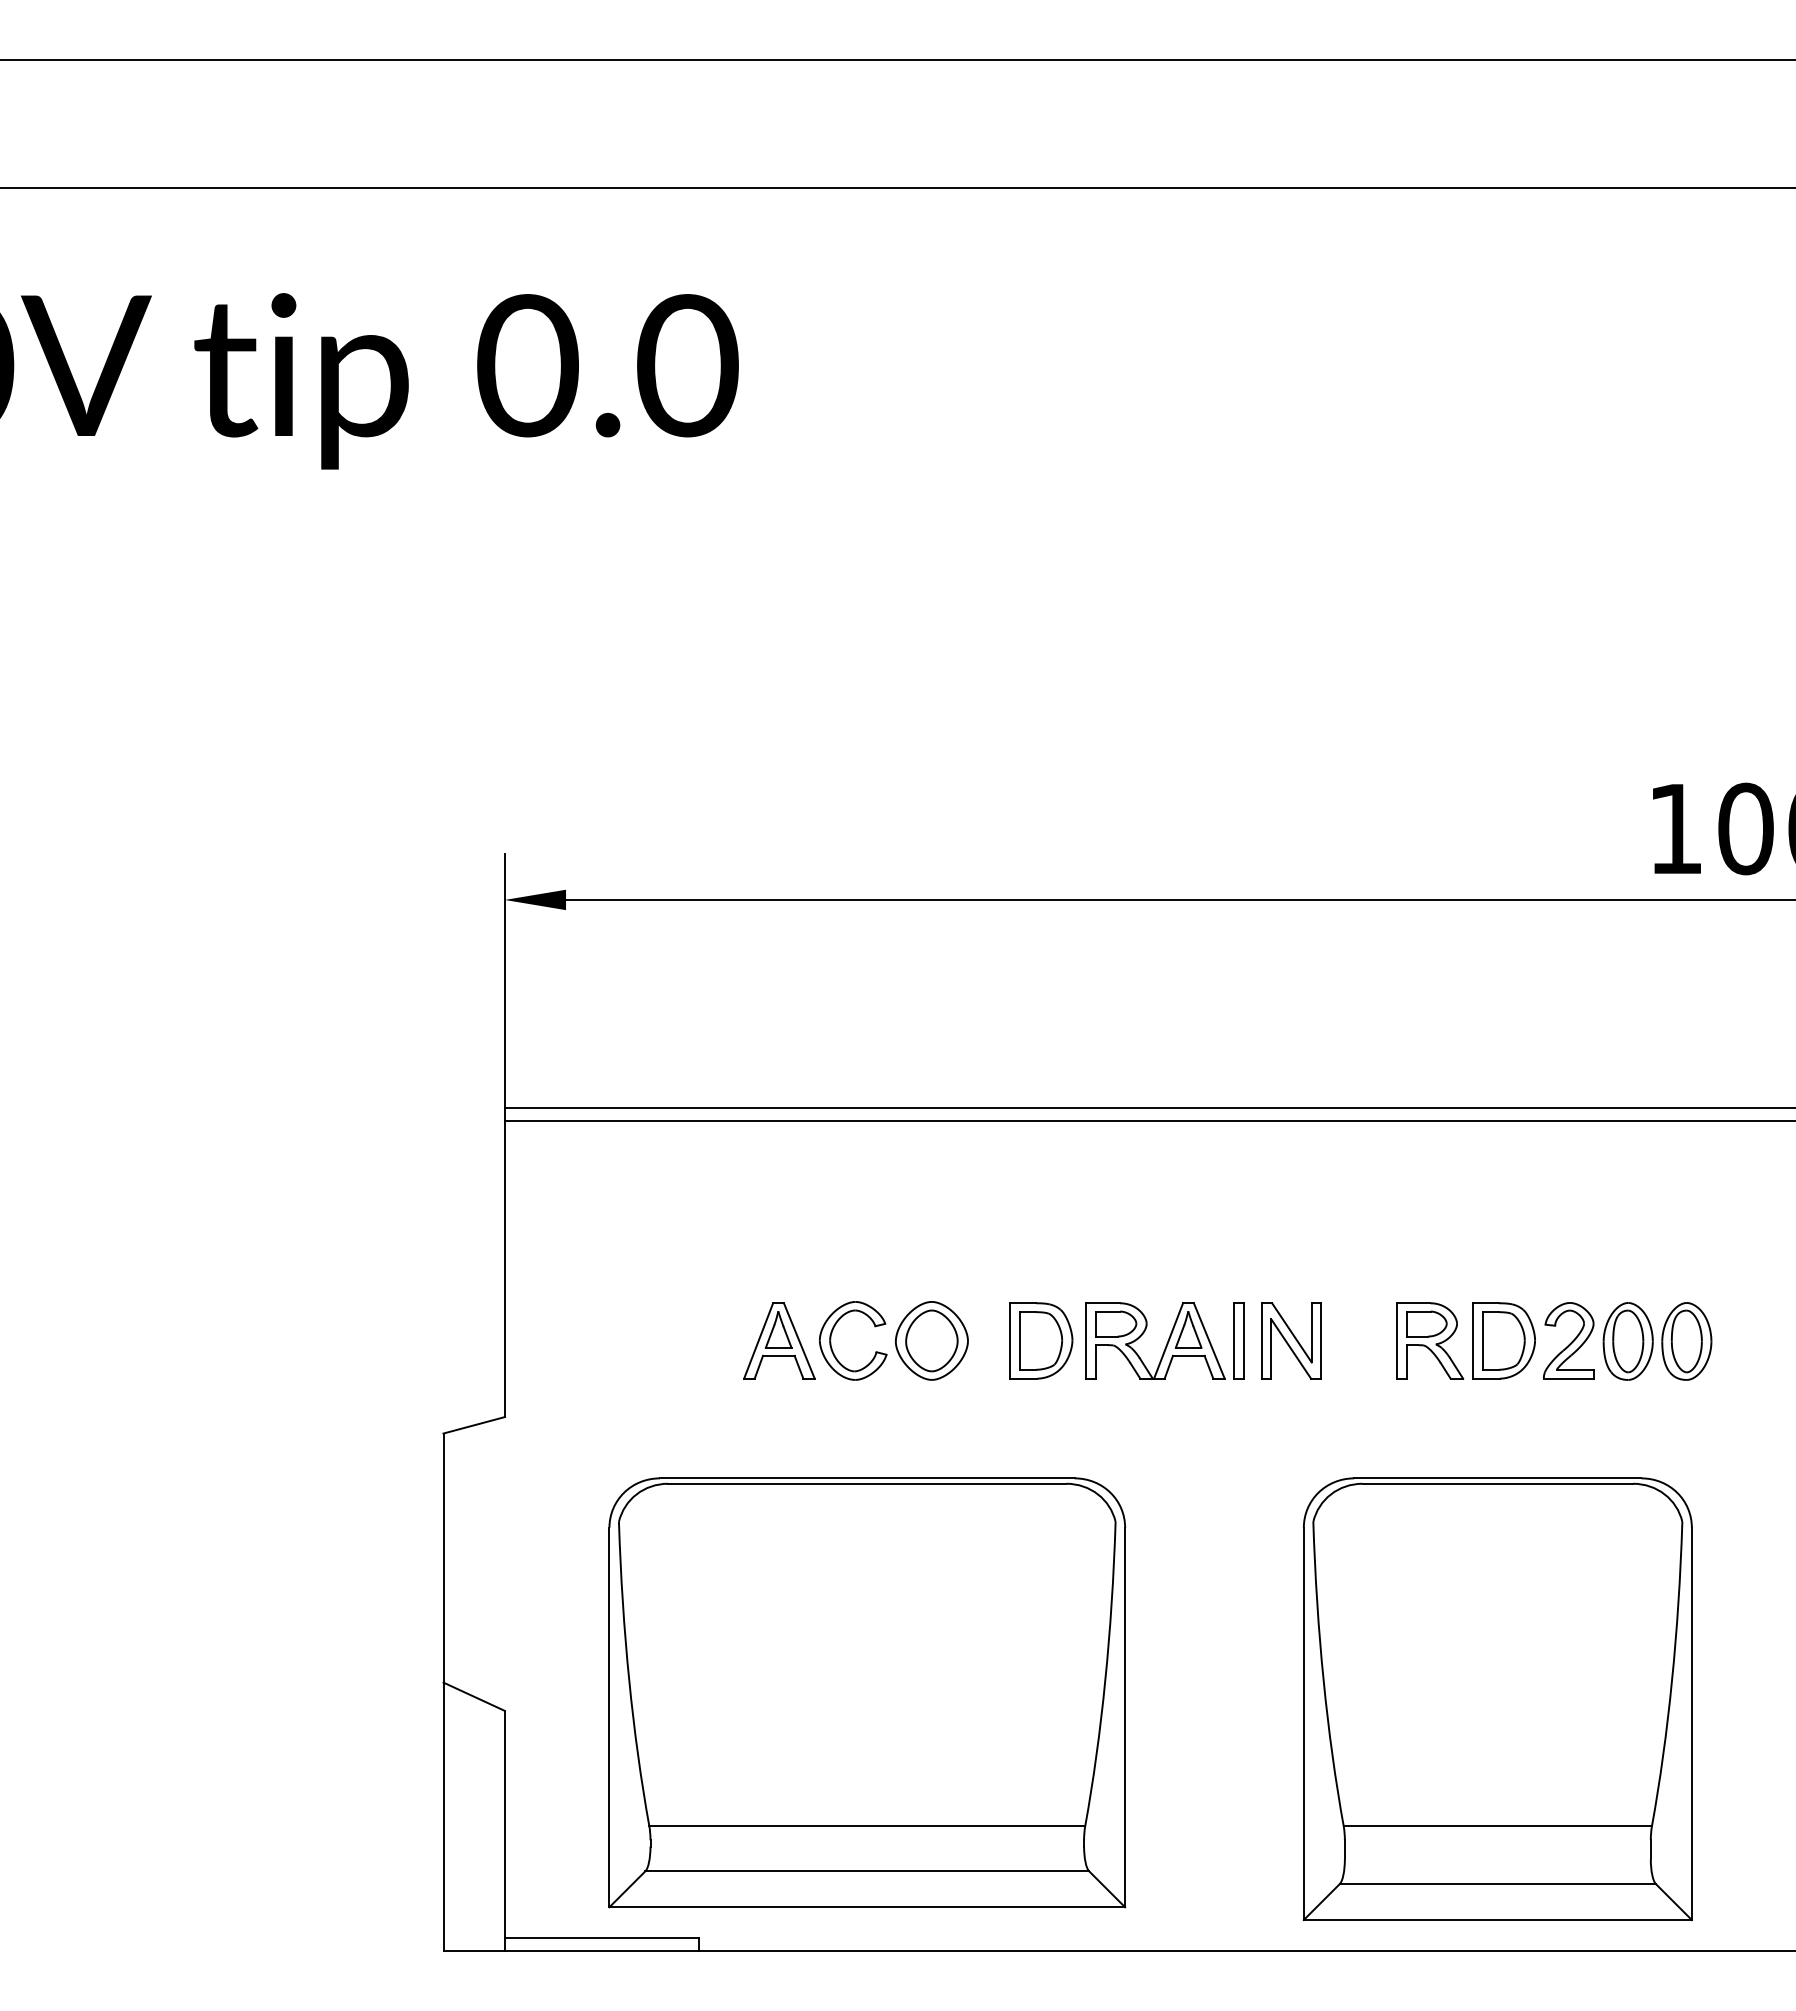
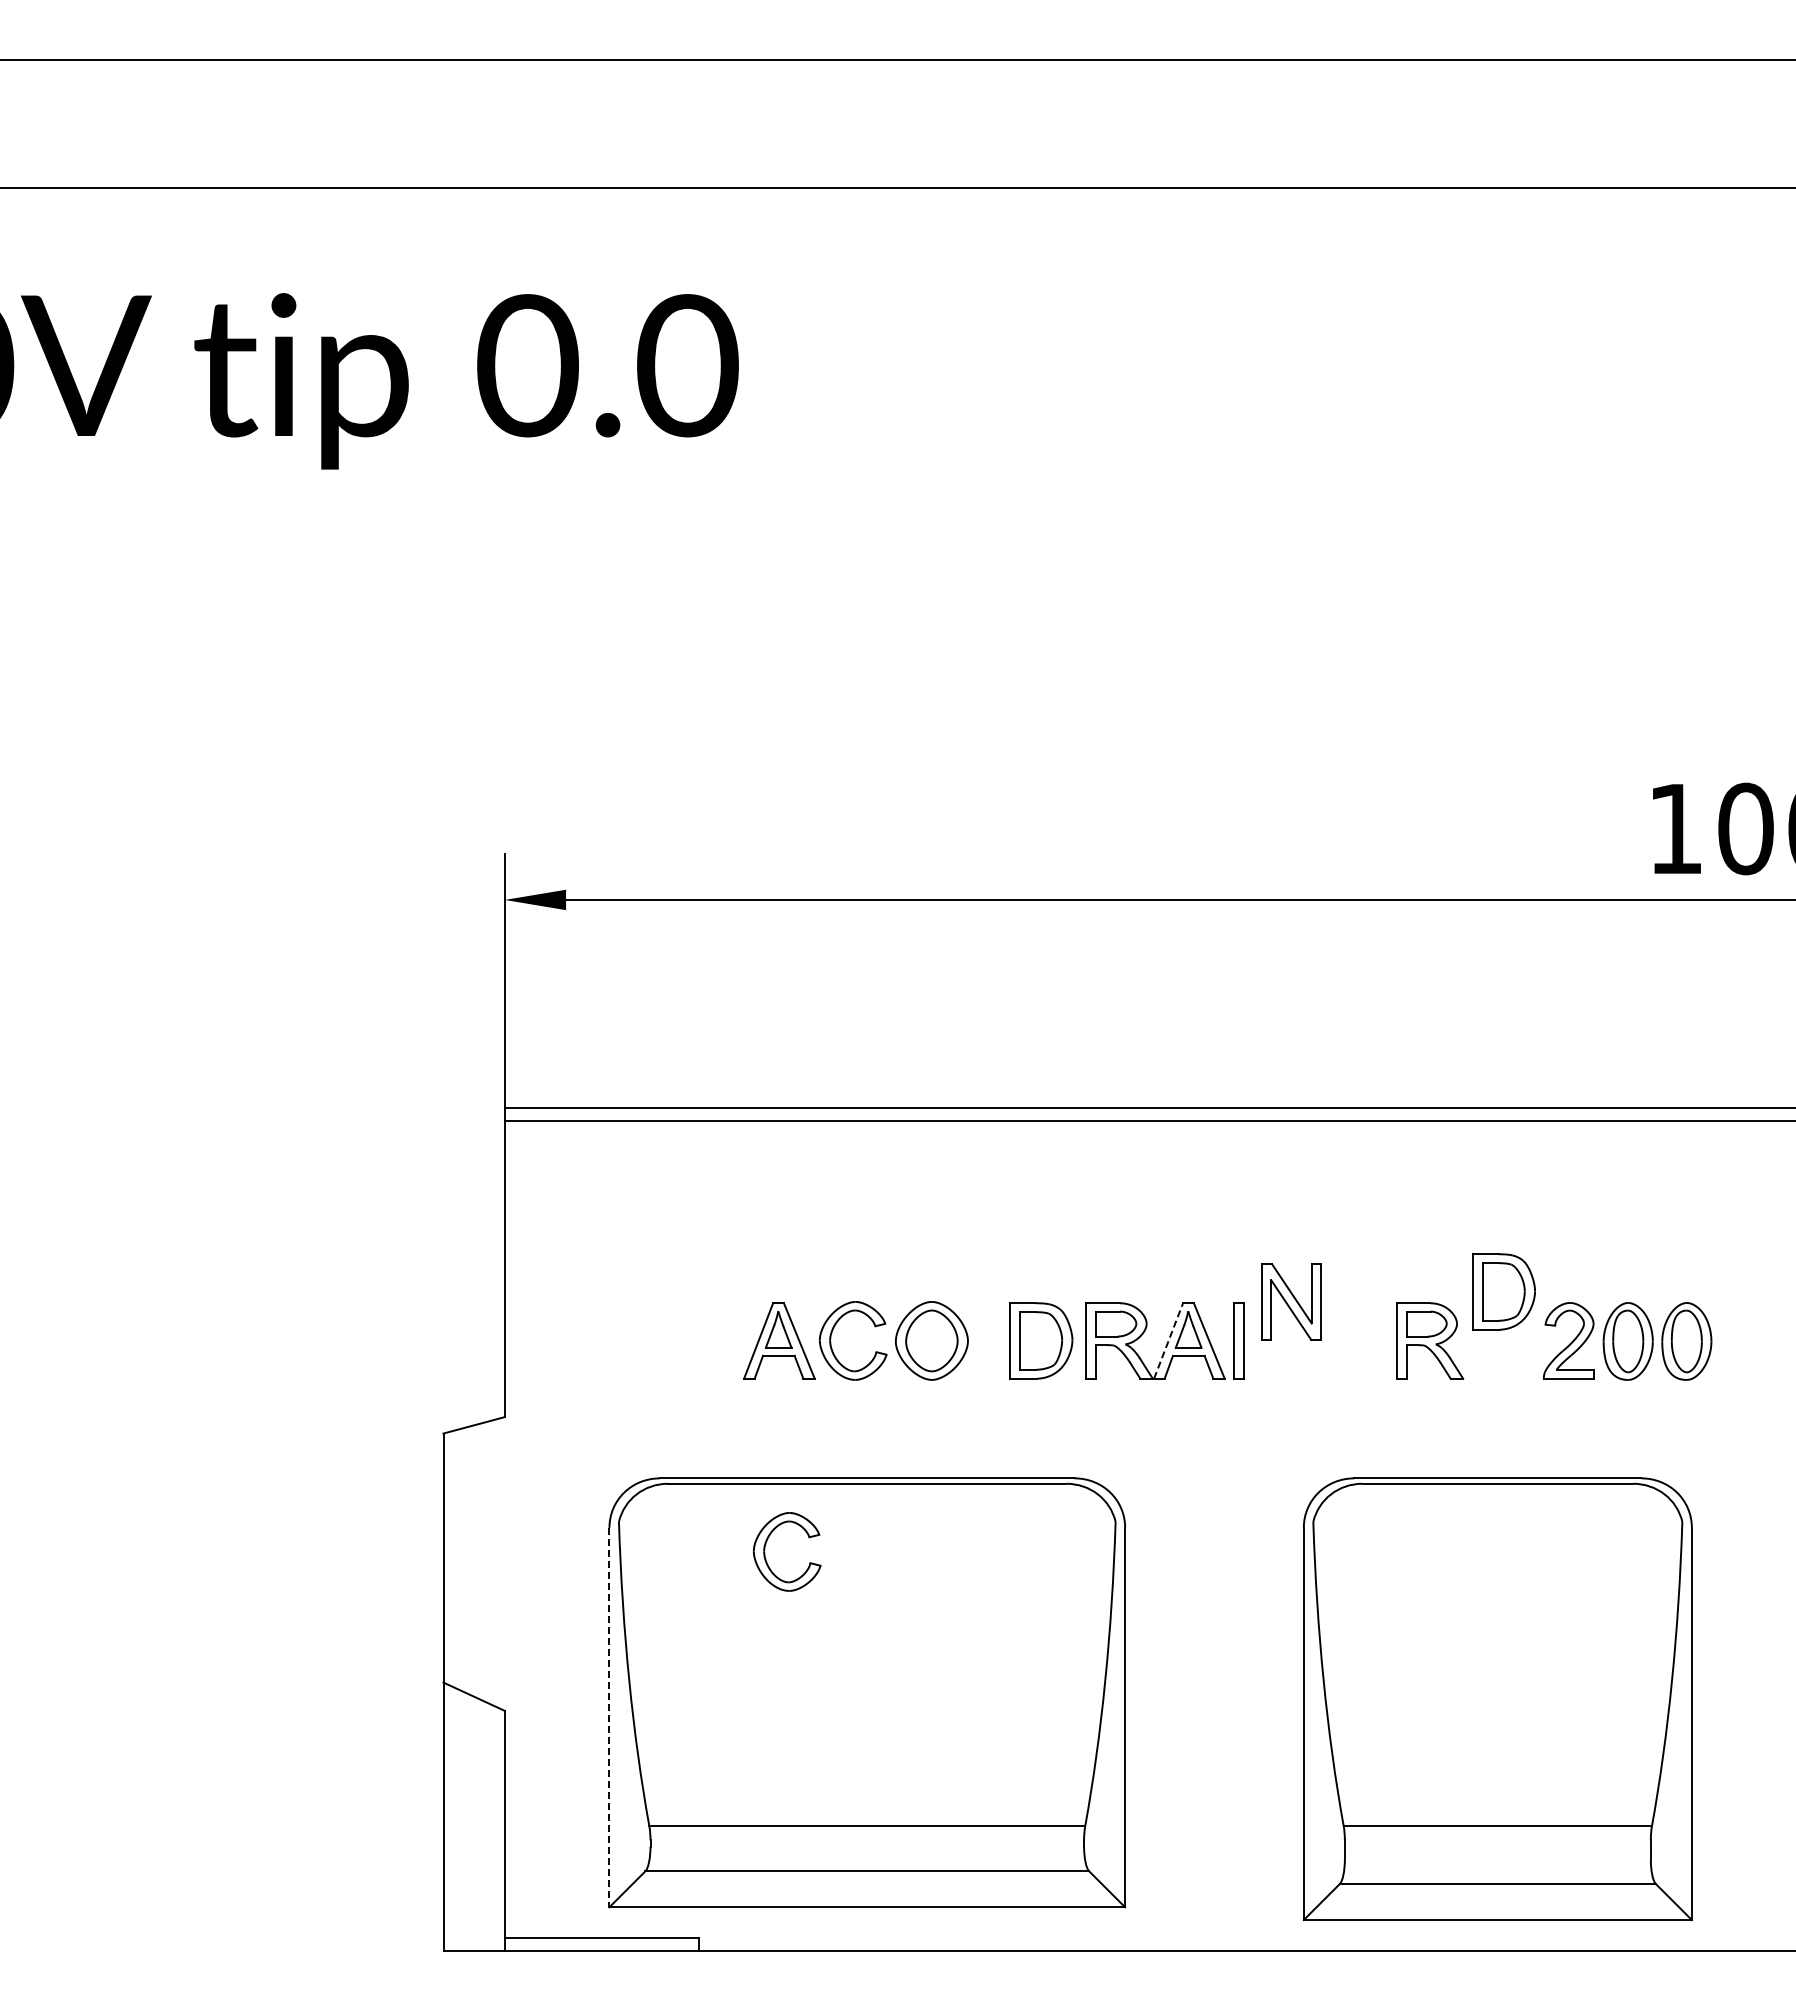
line at (1168, 1340): solid -> dashed
part at (1291, 1340) position: (1291, 1340) -> (1291, 1301)
part at (1503, 1340) position: (1503, 1340) -> (1503, 1291)
part at (765, 1550): none -> present
line at (609, 1717): solid -> dashed
